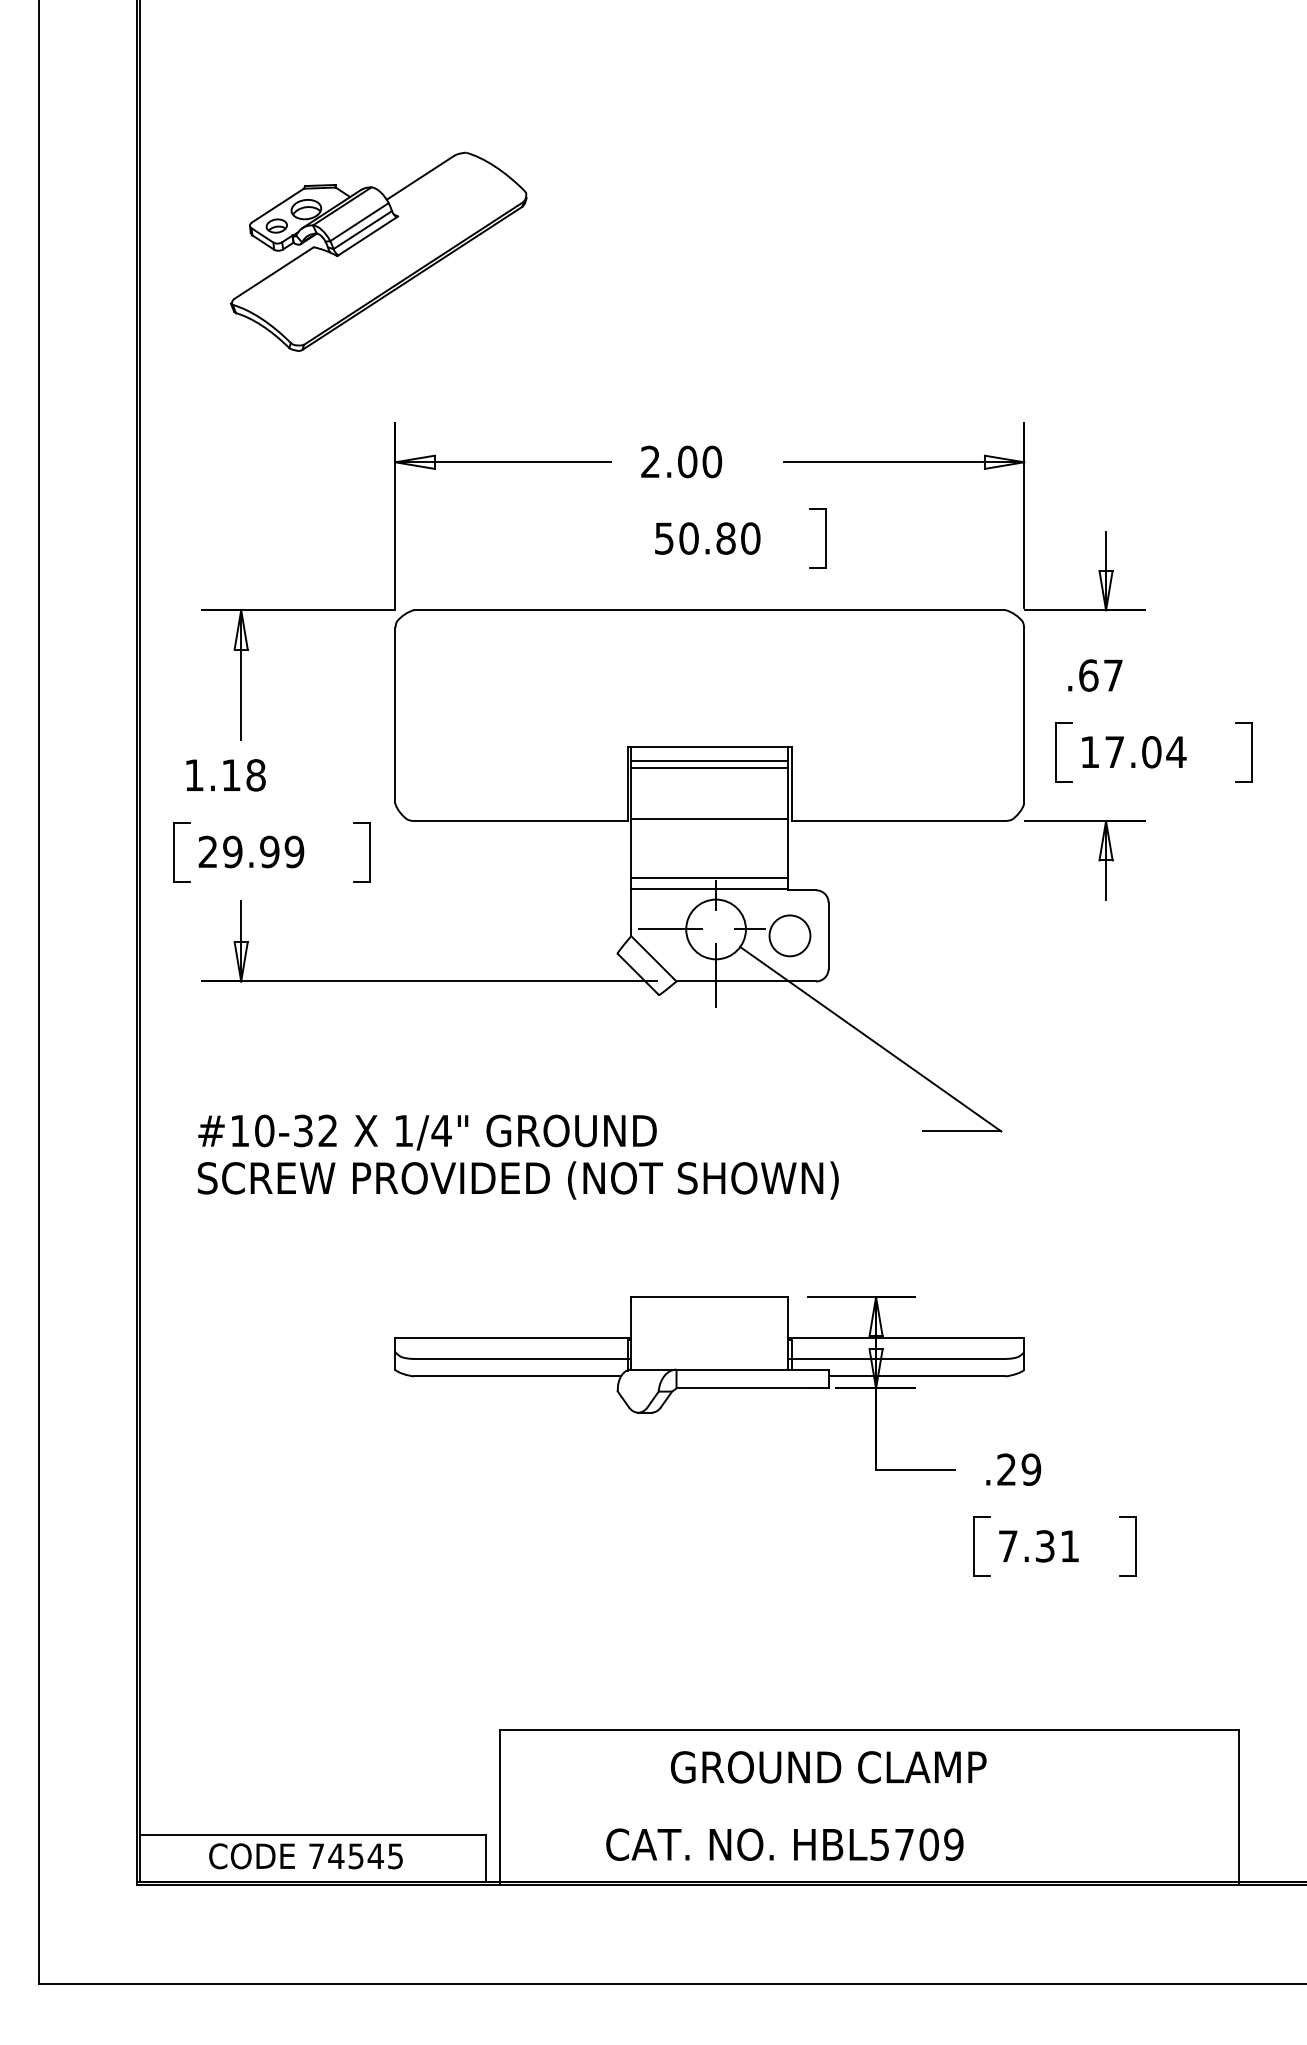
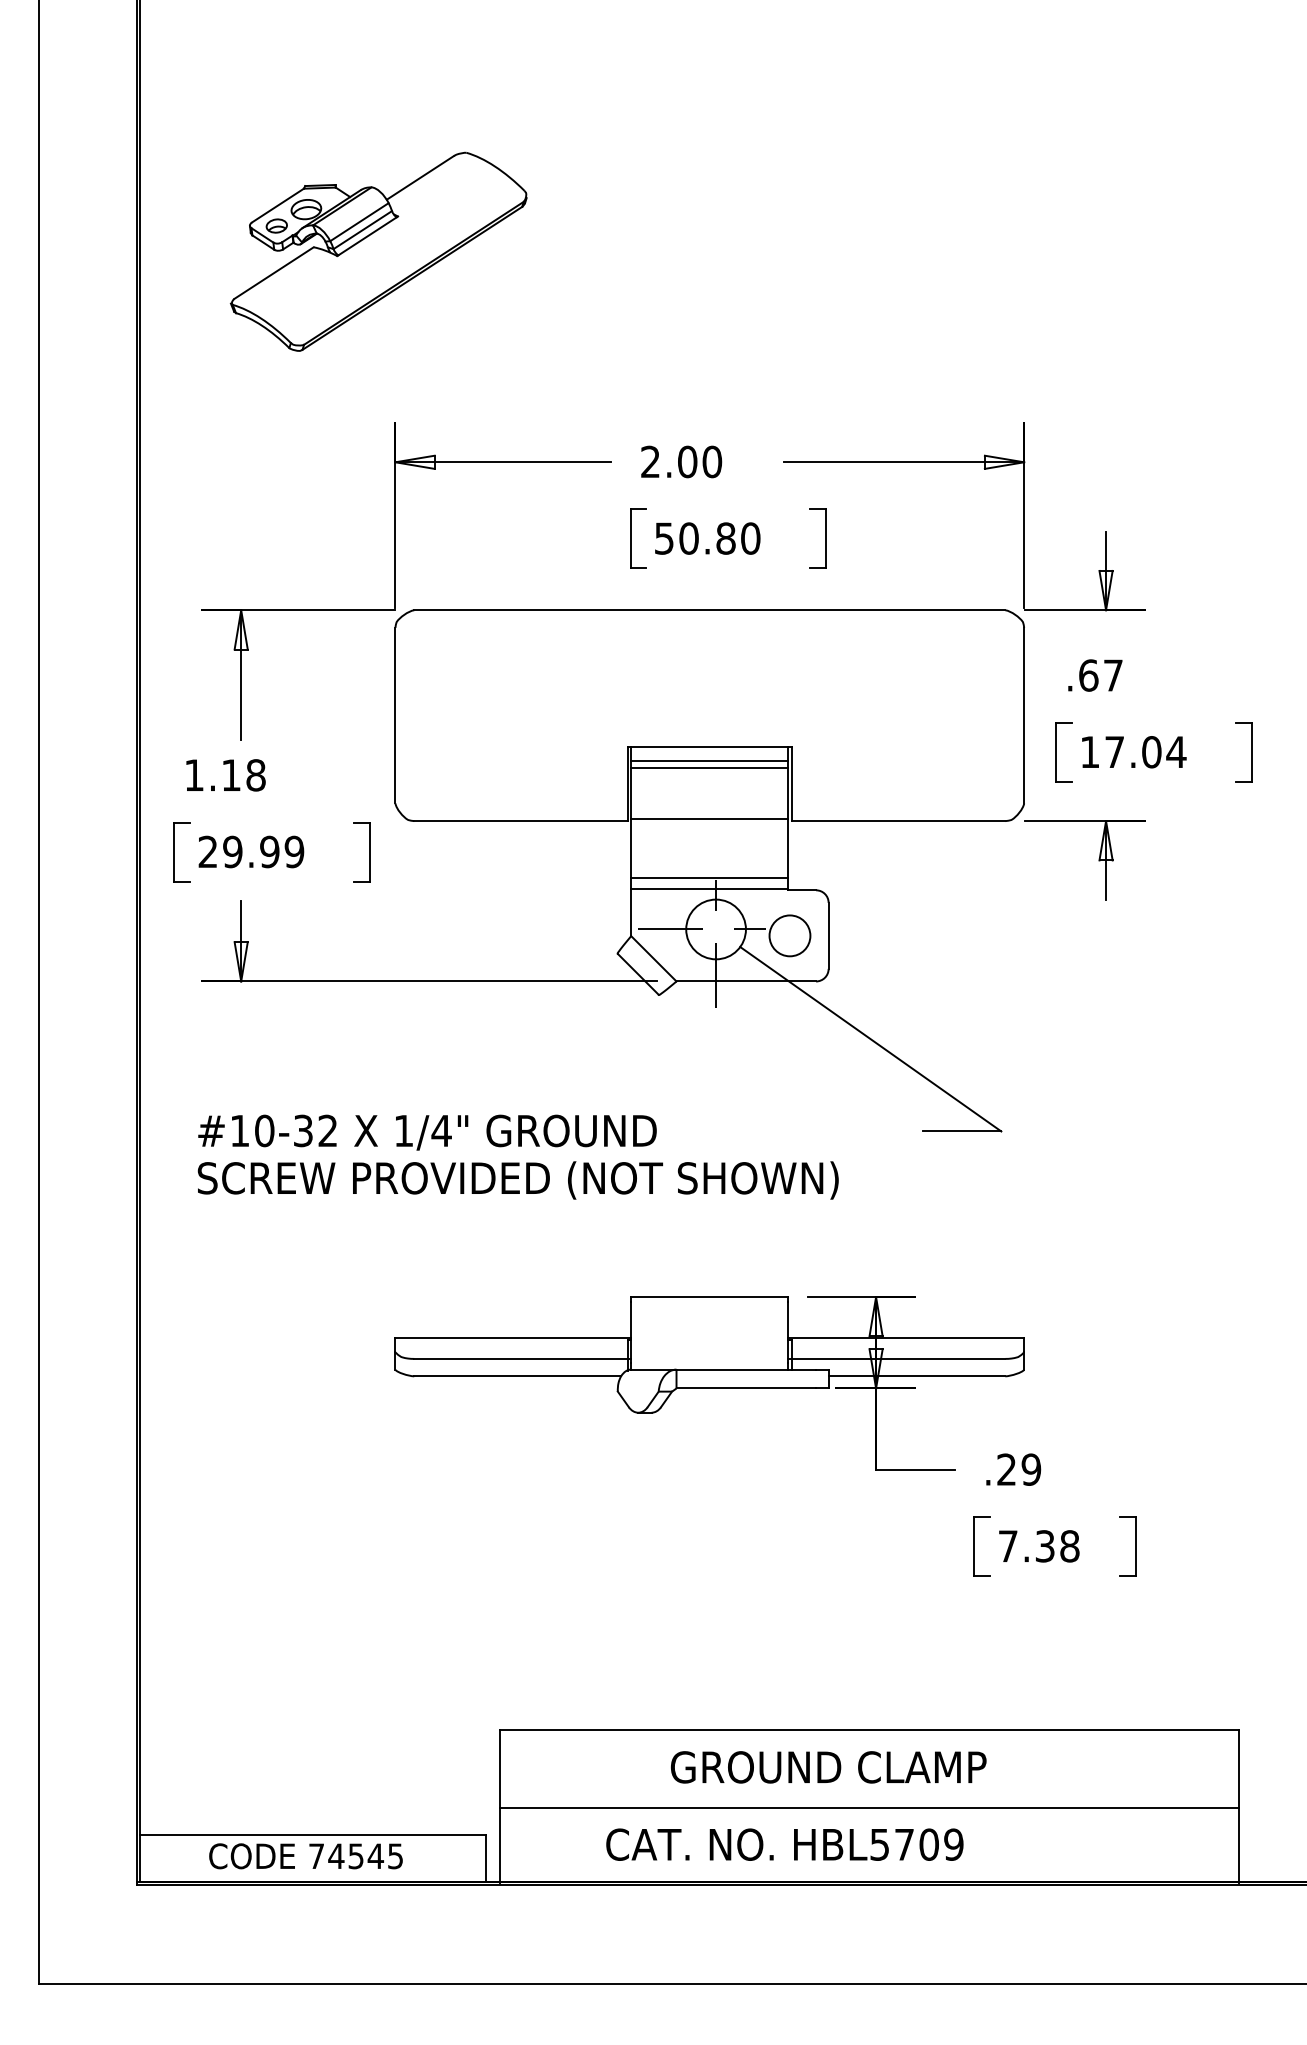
part at (631, 538): none -> present
text at (1069, 1546): 7.31 -> 7.38
line at (868, 1807): none -> present
